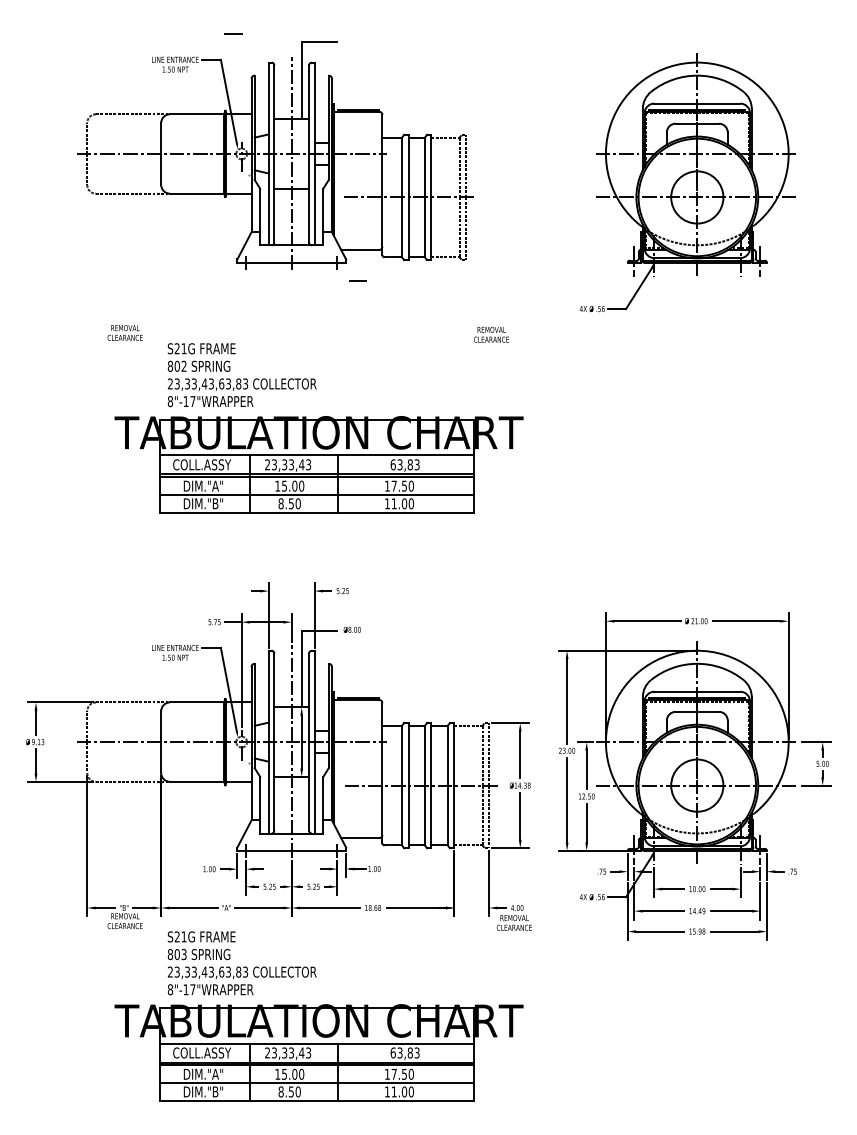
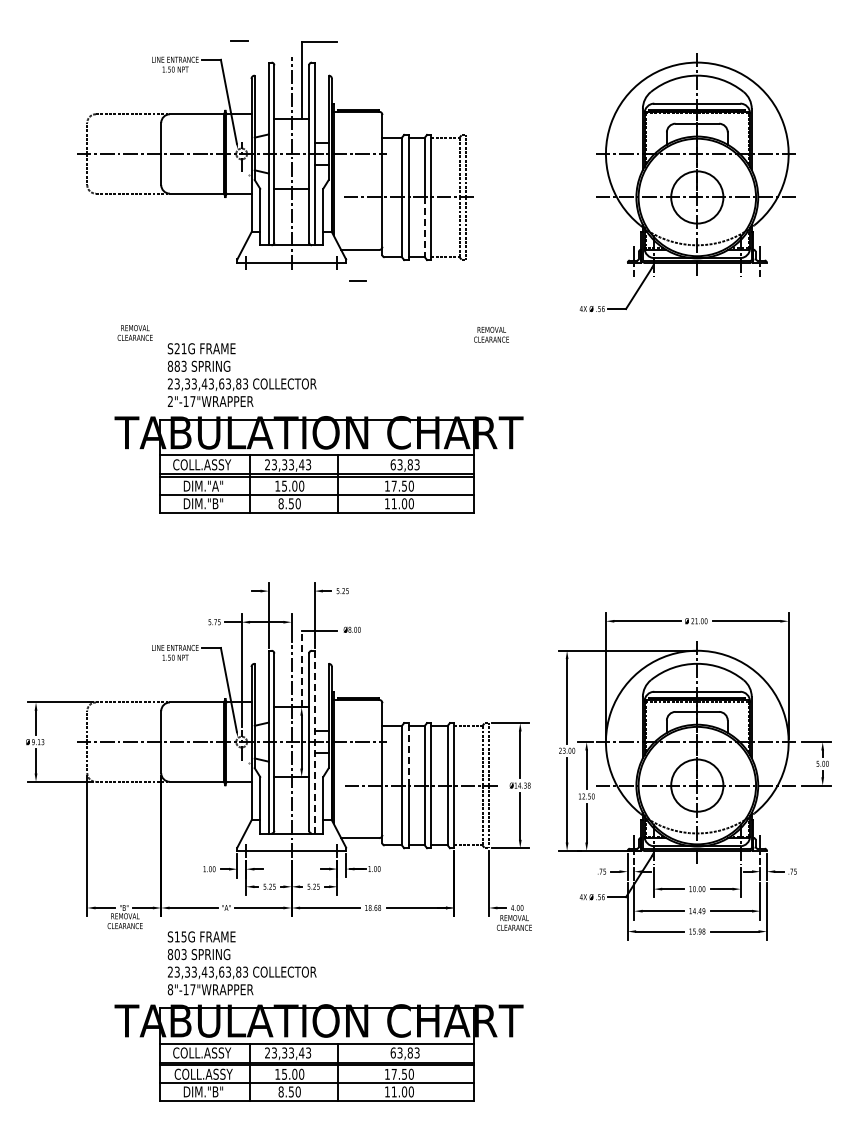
line at (233, 33) position: (233, 33) -> (239, 40)
line at (424, 227): solid -> dashed
text at (124, 332) position: (124, 332) -> (134, 332)
text at (180, 366): 802 -> 883
text at (170, 401): 8"-17"WRAPPER -> 2"-17"WRAPPER
line at (301, 668): solid -> dashed
line at (314, 741): solid -> dashed
line at (408, 753): solid -> dashed
text at (180, 936): S21G -> S15G
text at (203, 1073): DIM."A" -> COLL.ASSY
